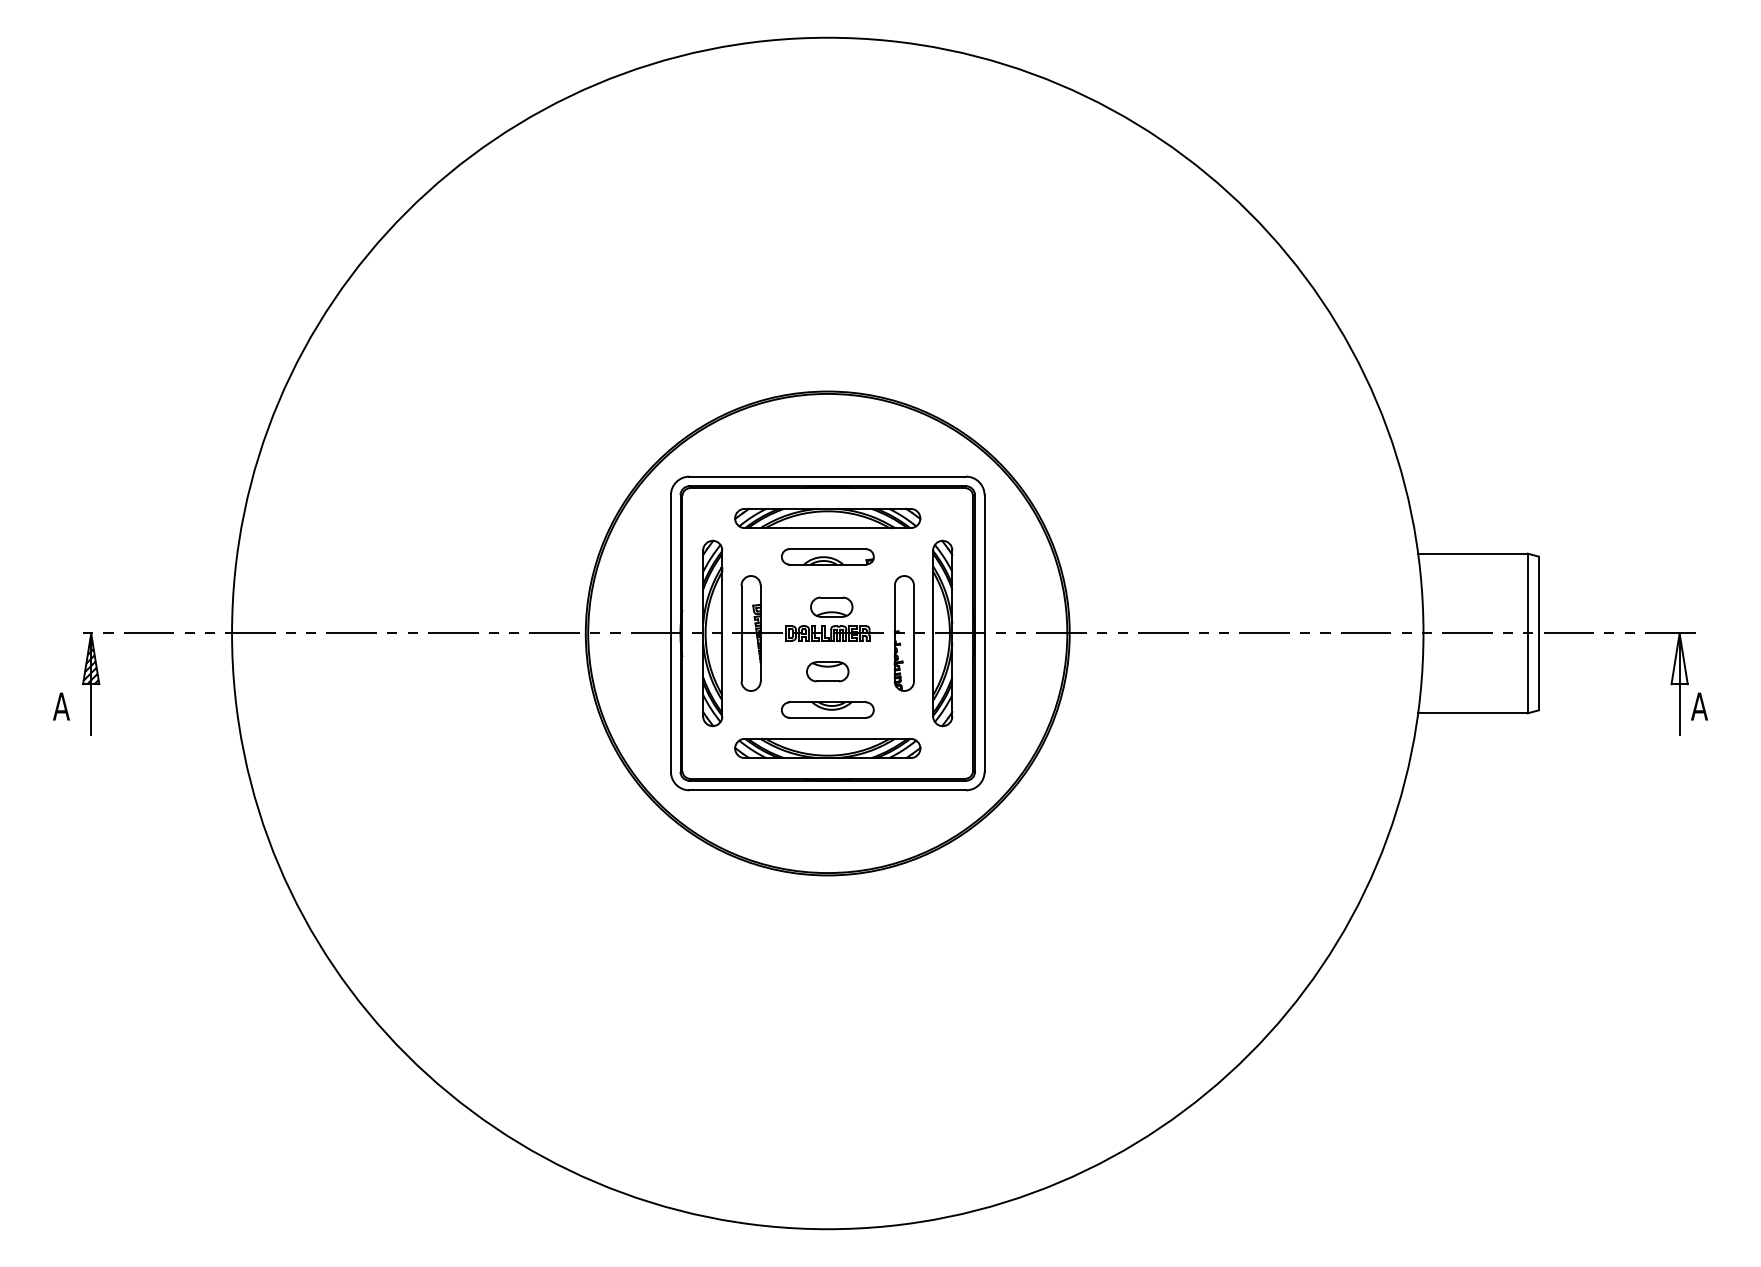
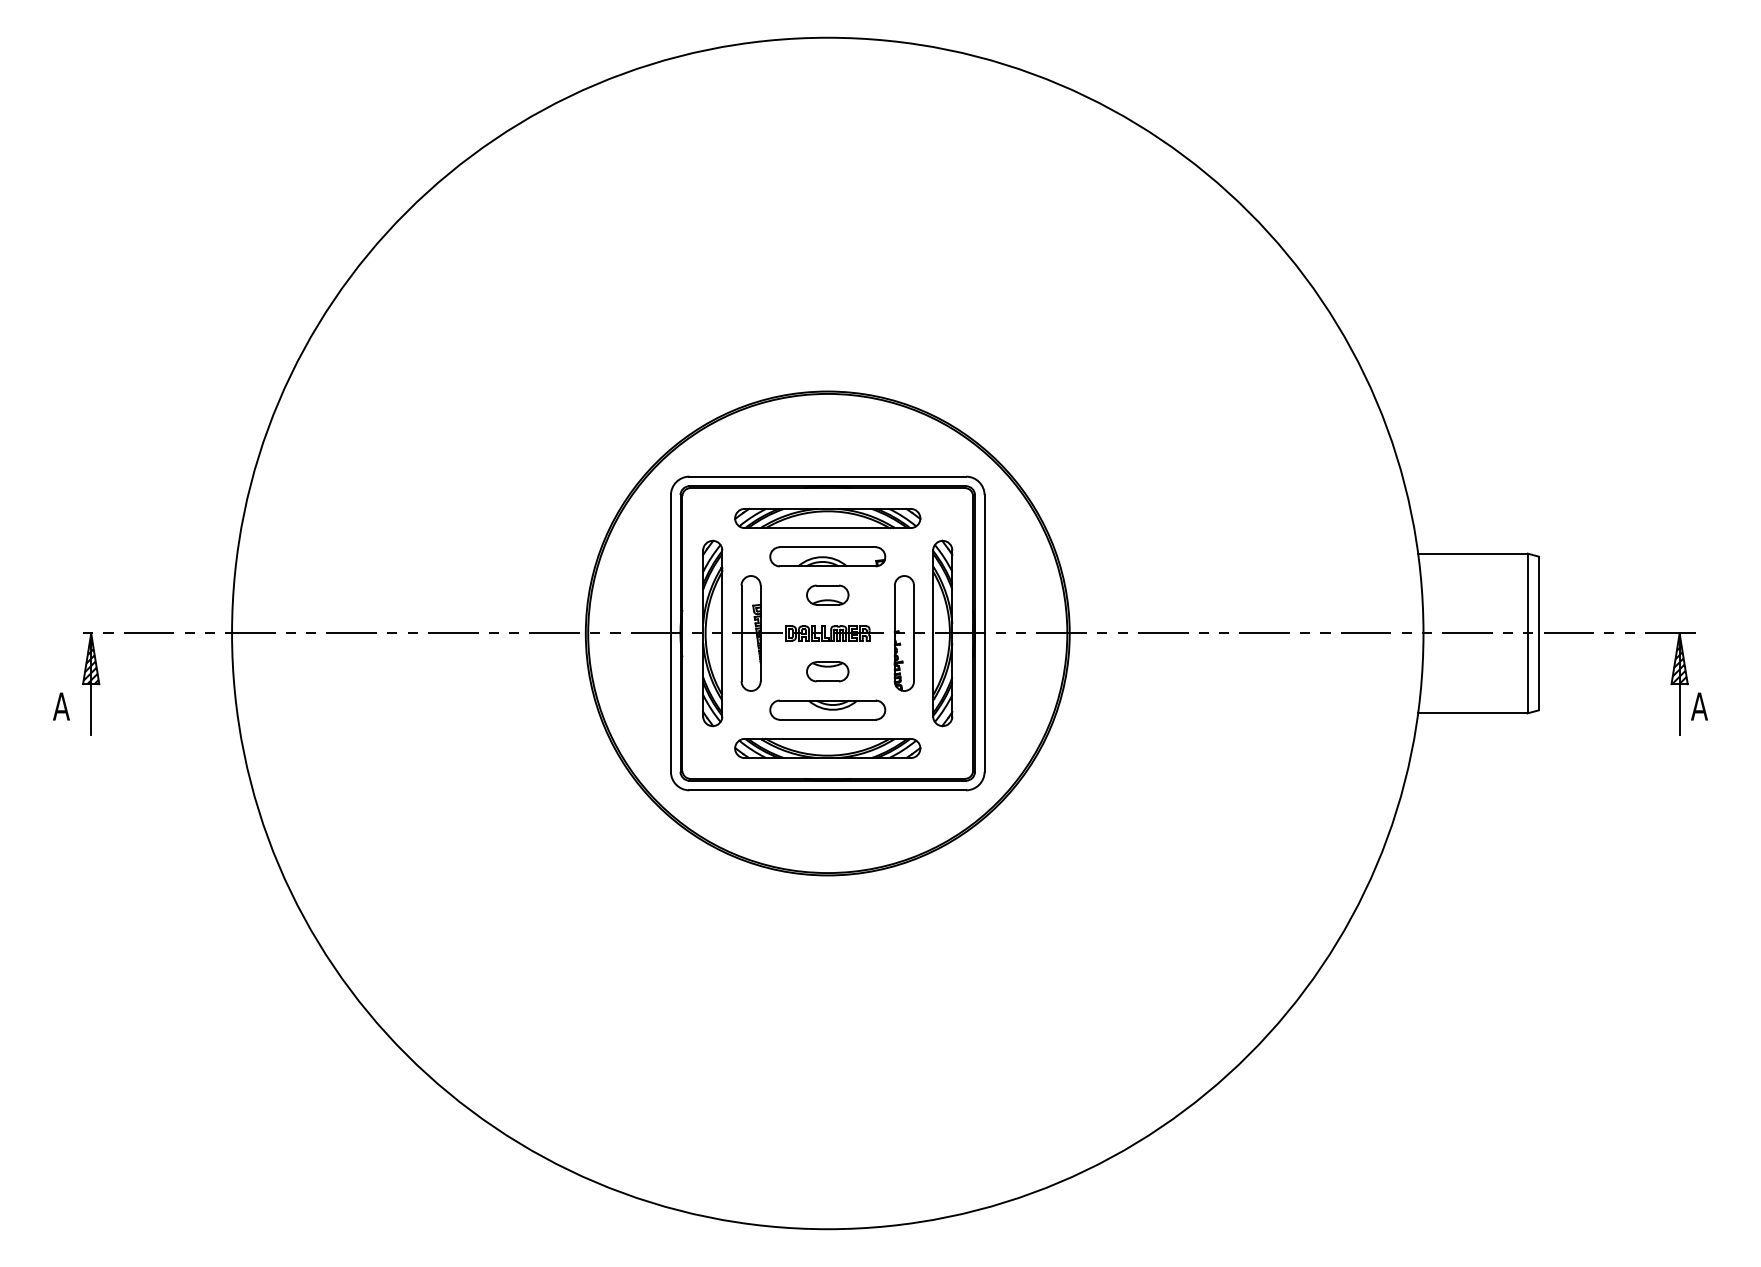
part at (827, 556) size: 94x18 px -> 118x22 px
part at (831, 606) position: (831, 606) -> (827, 594)
hatch at (1679, 658): none -> present
part at (827, 709) size: 94x18 px -> 118x22 px
